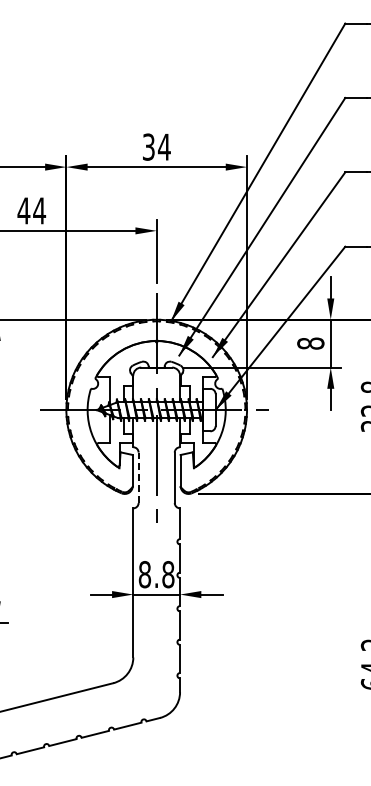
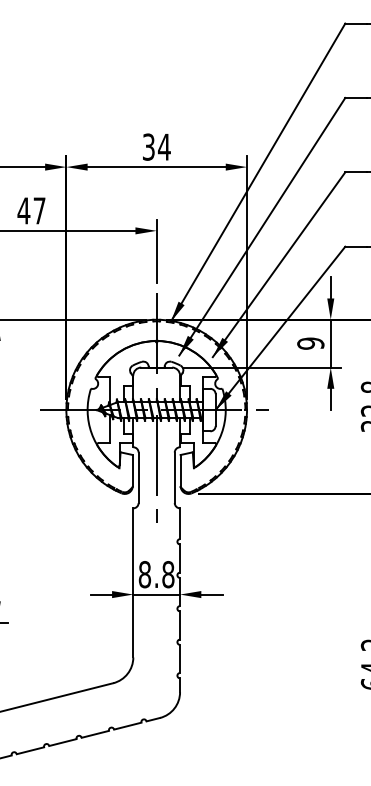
text at (39, 210): 44 -> 47
text at (310, 343): 8 -> 9
line at (138, 477): dashed -> solid
